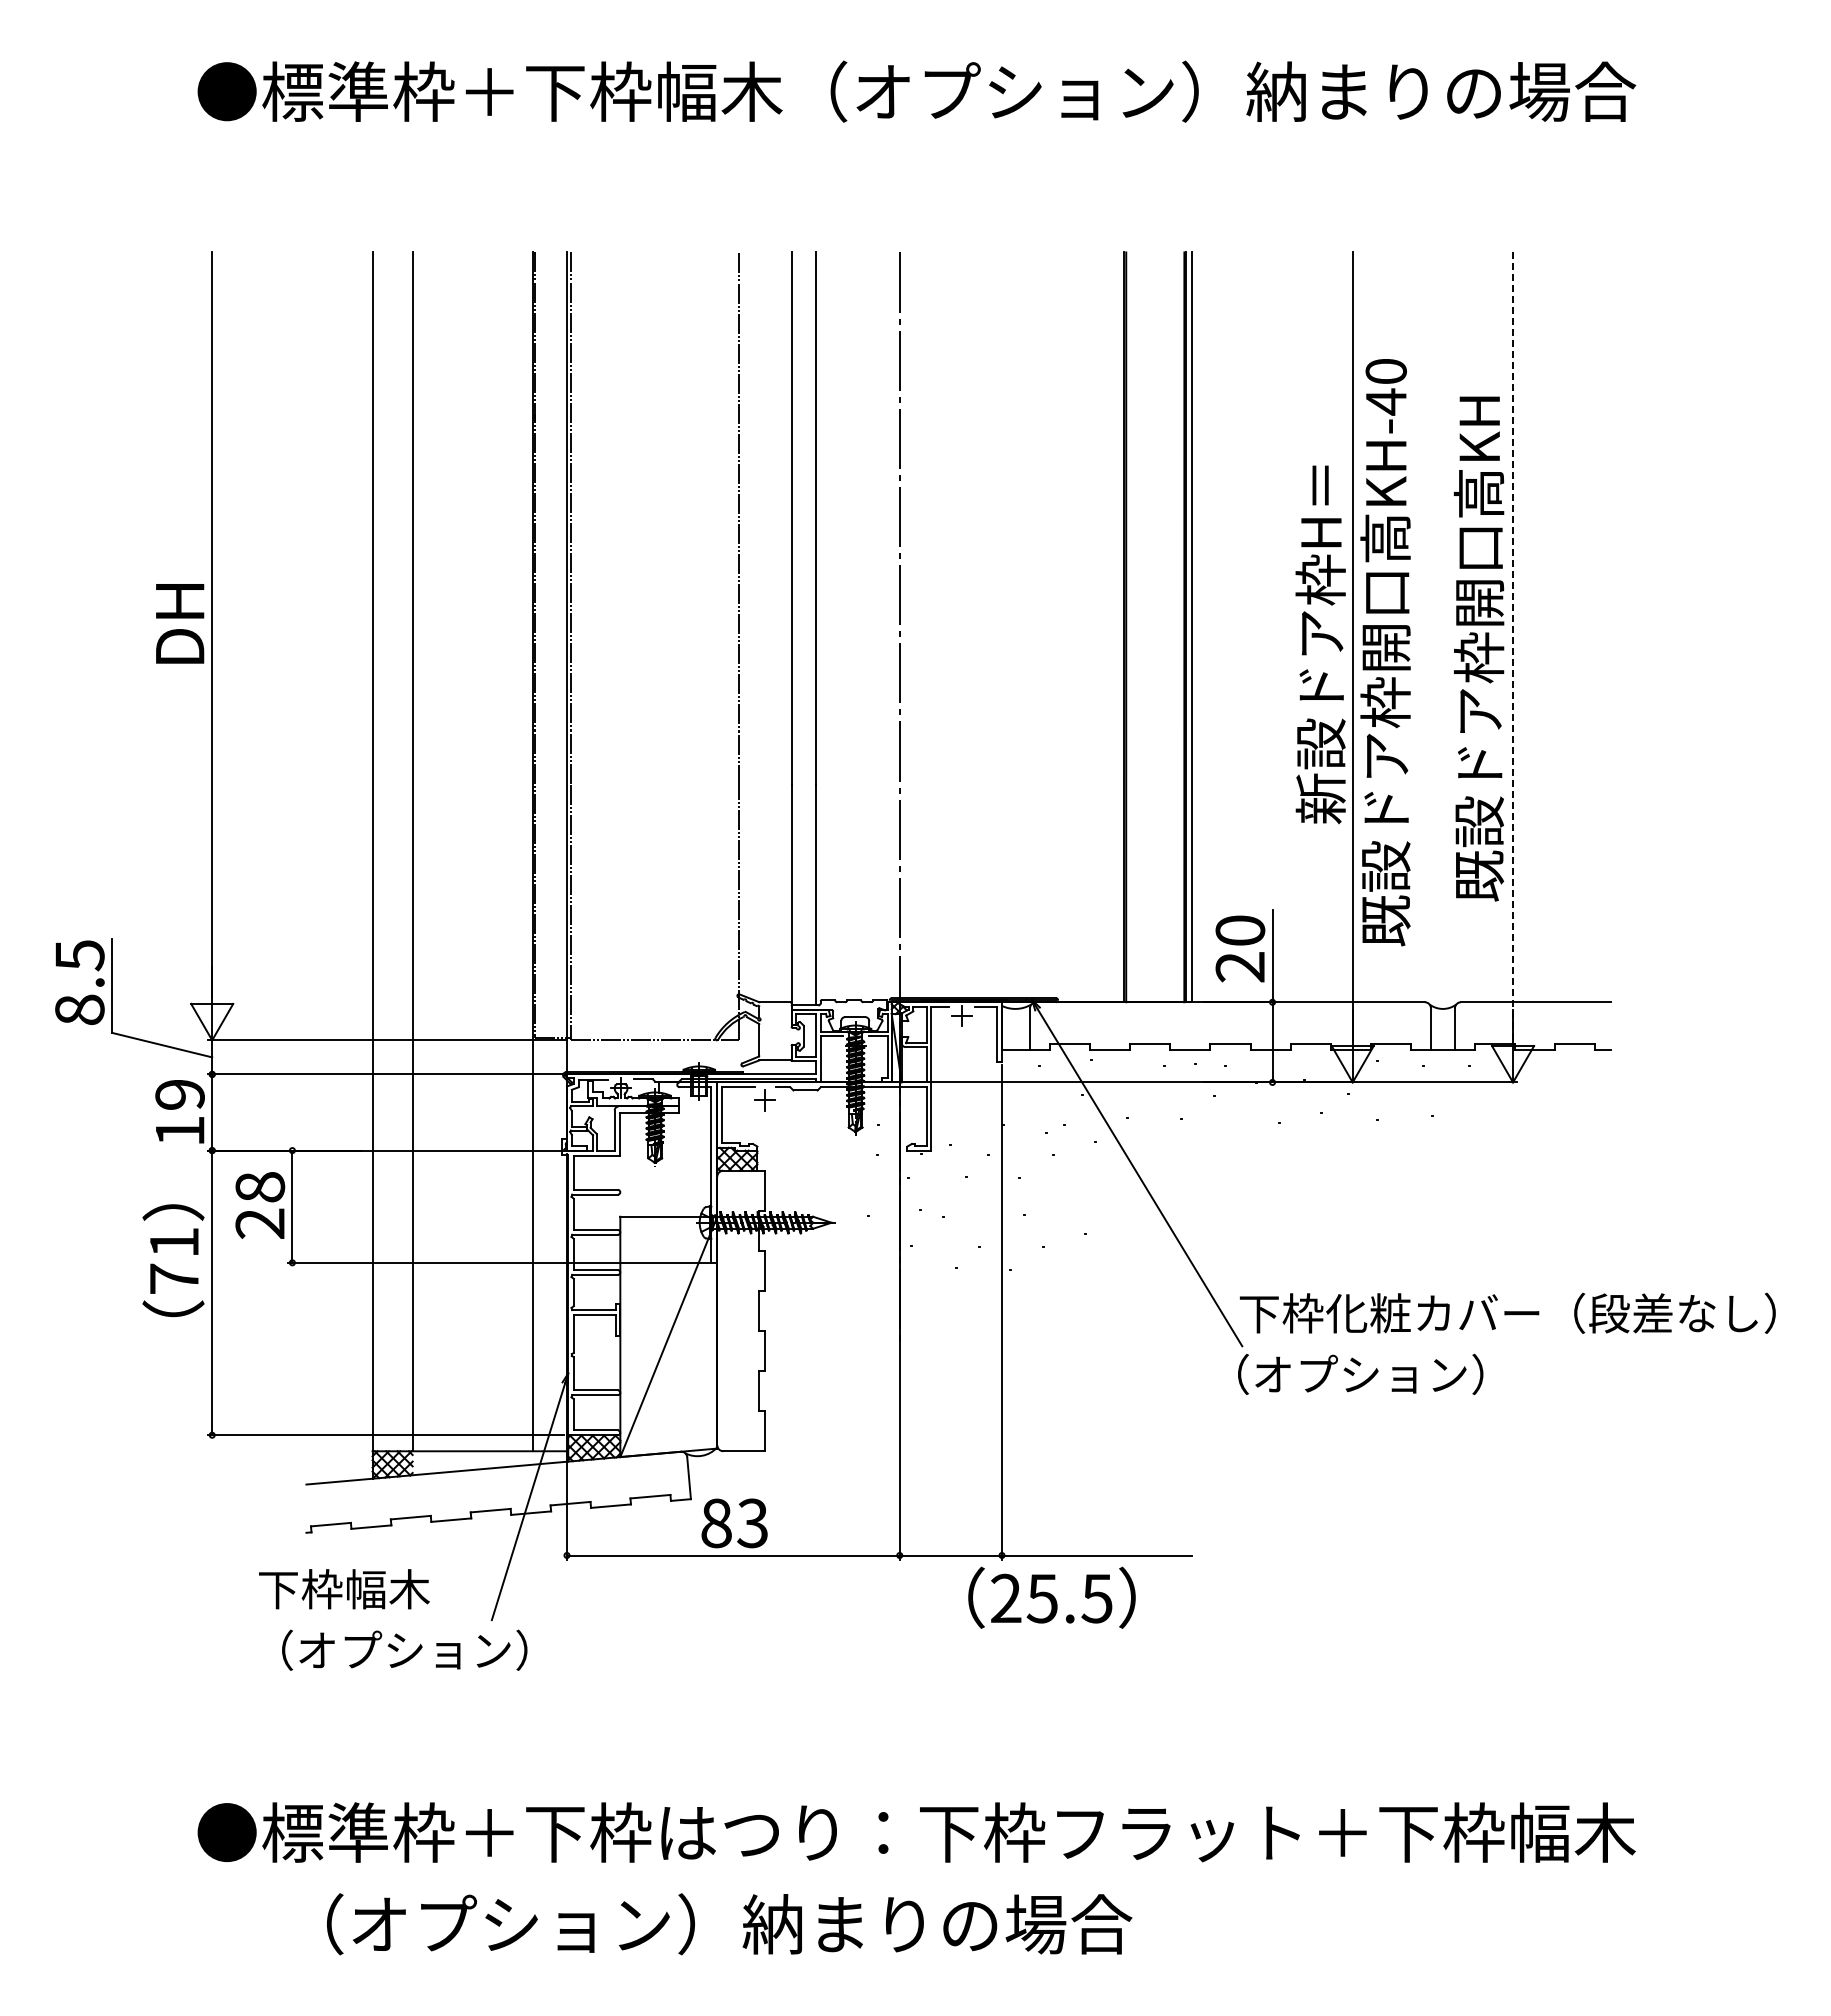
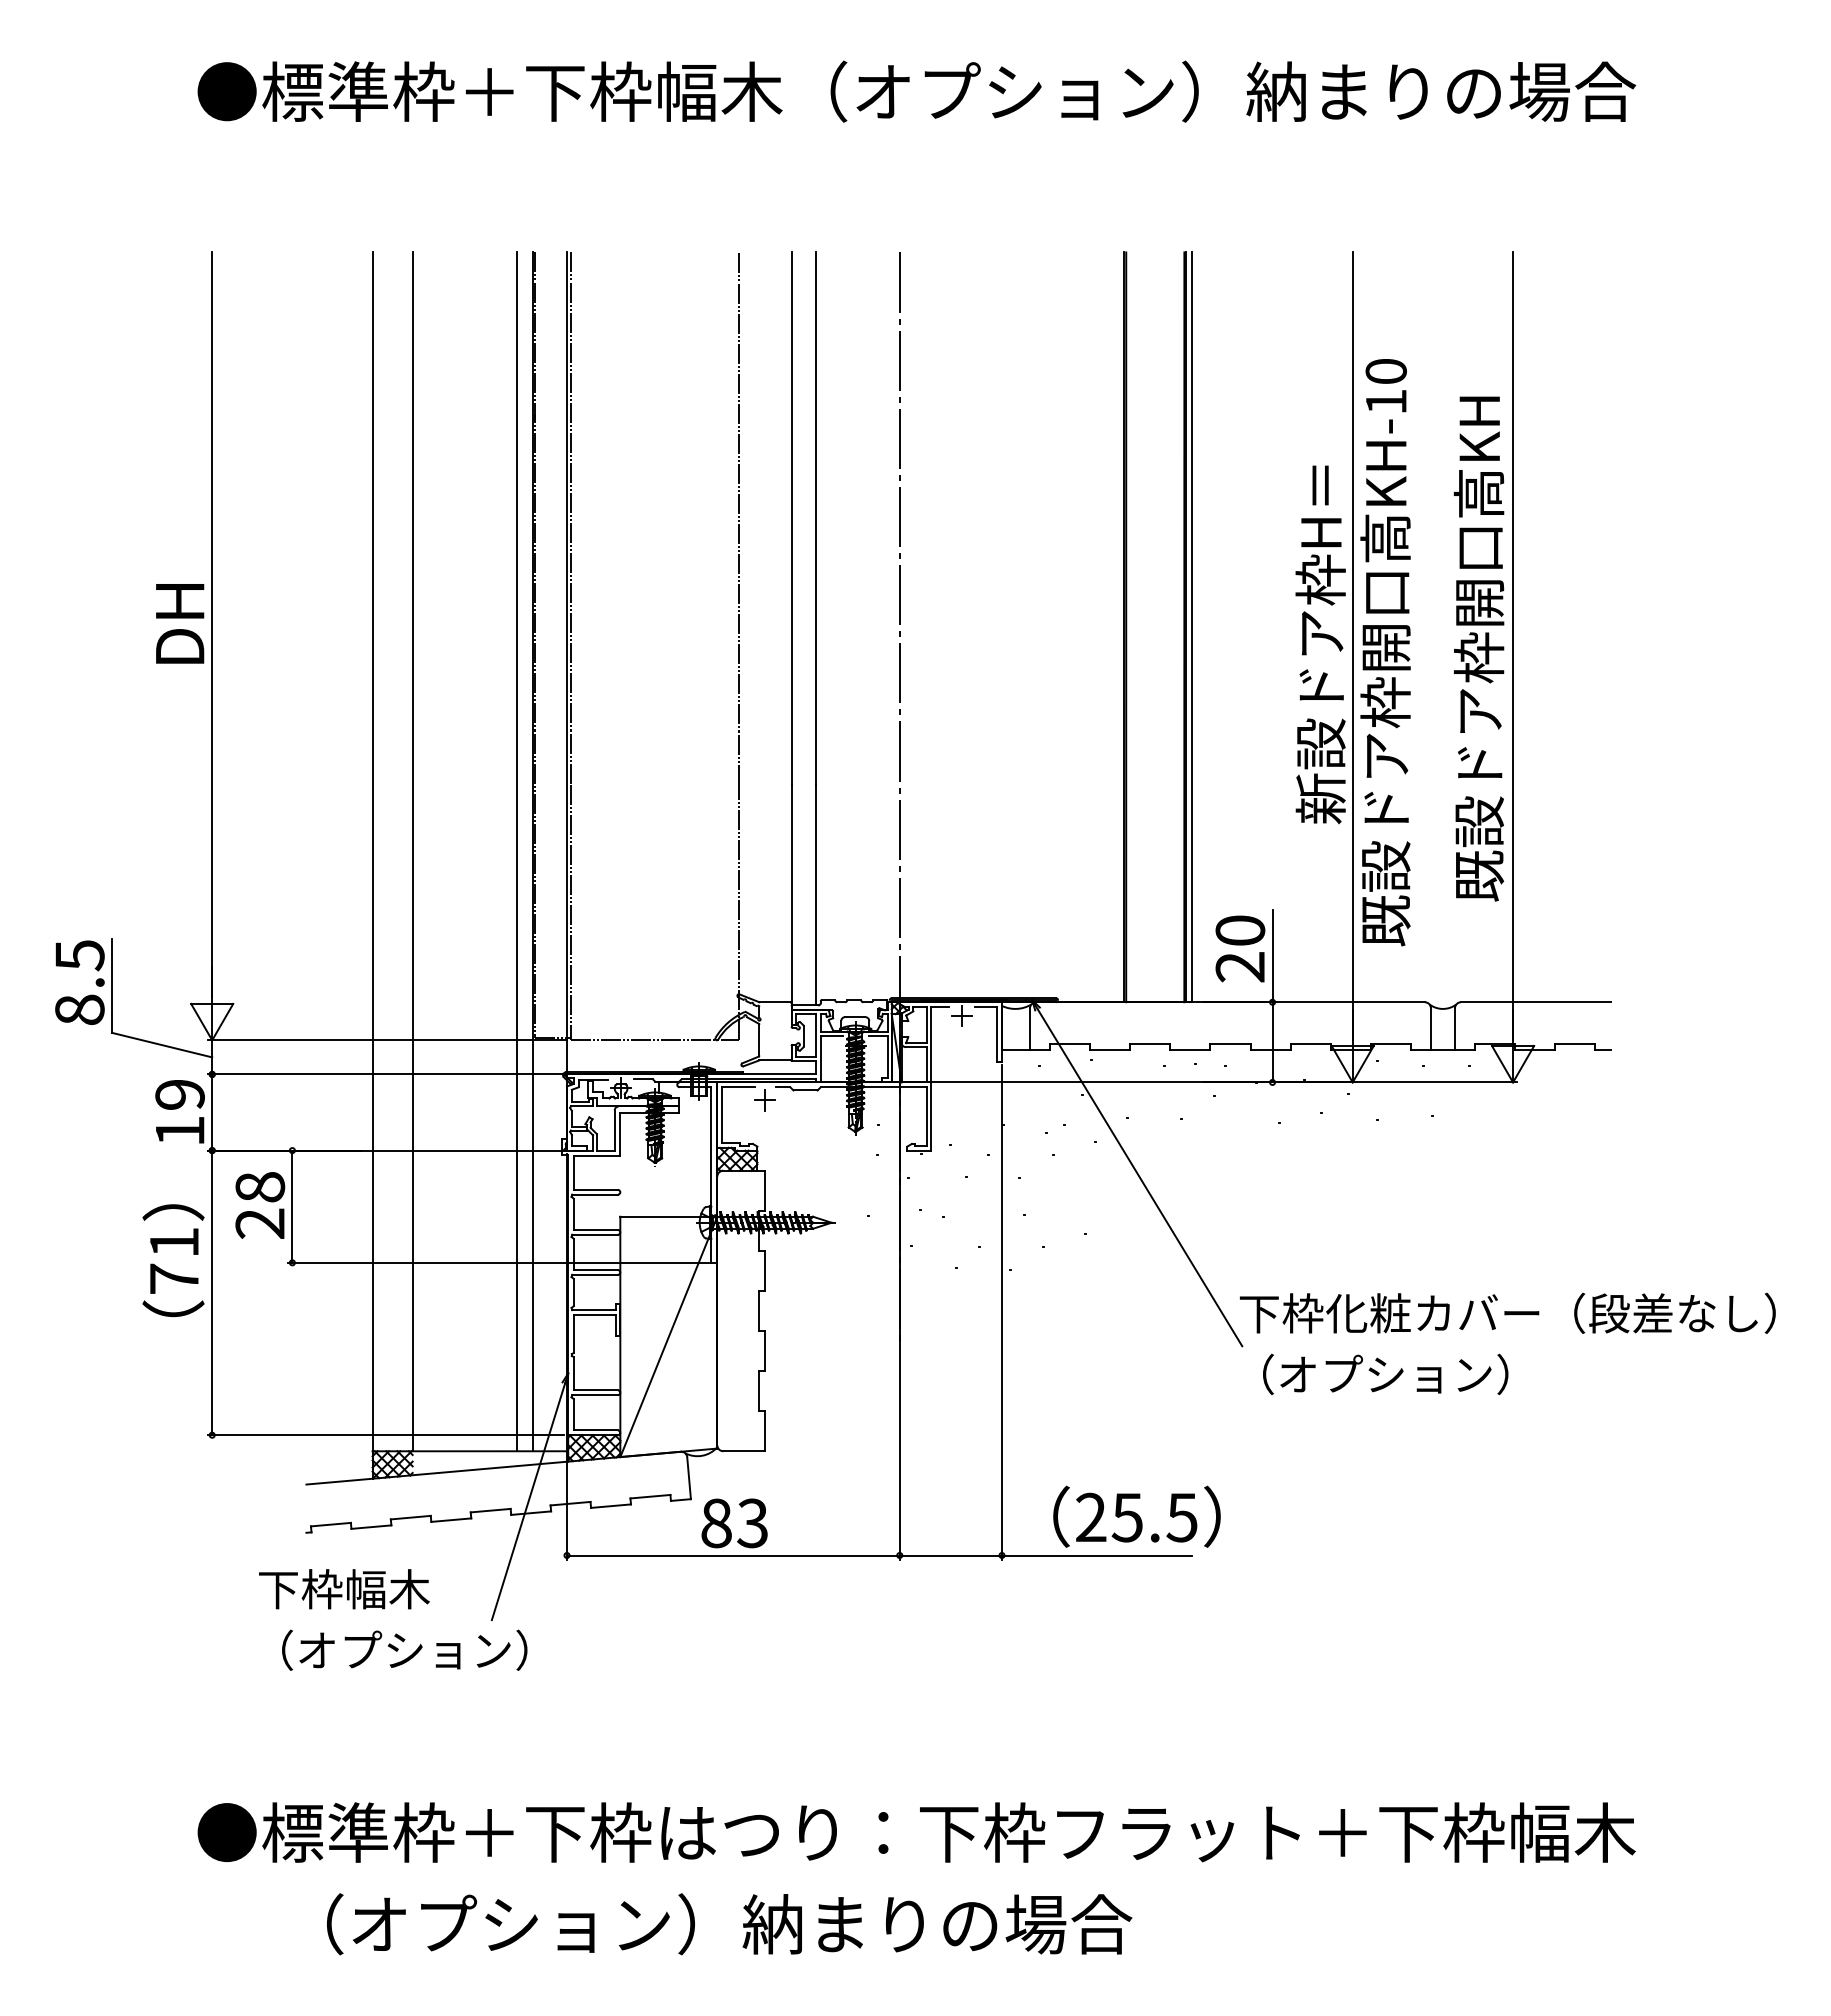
text at (1386, 401): KH-40 -> KH-10
line at (1513, 646): dashed -> solid
line at (517, 851): none -> present
text at (1360, 1374) position: (1360, 1374) -> (1385, 1374)
text at (1051, 1597) position: (1051, 1597) -> (1136, 1516)
